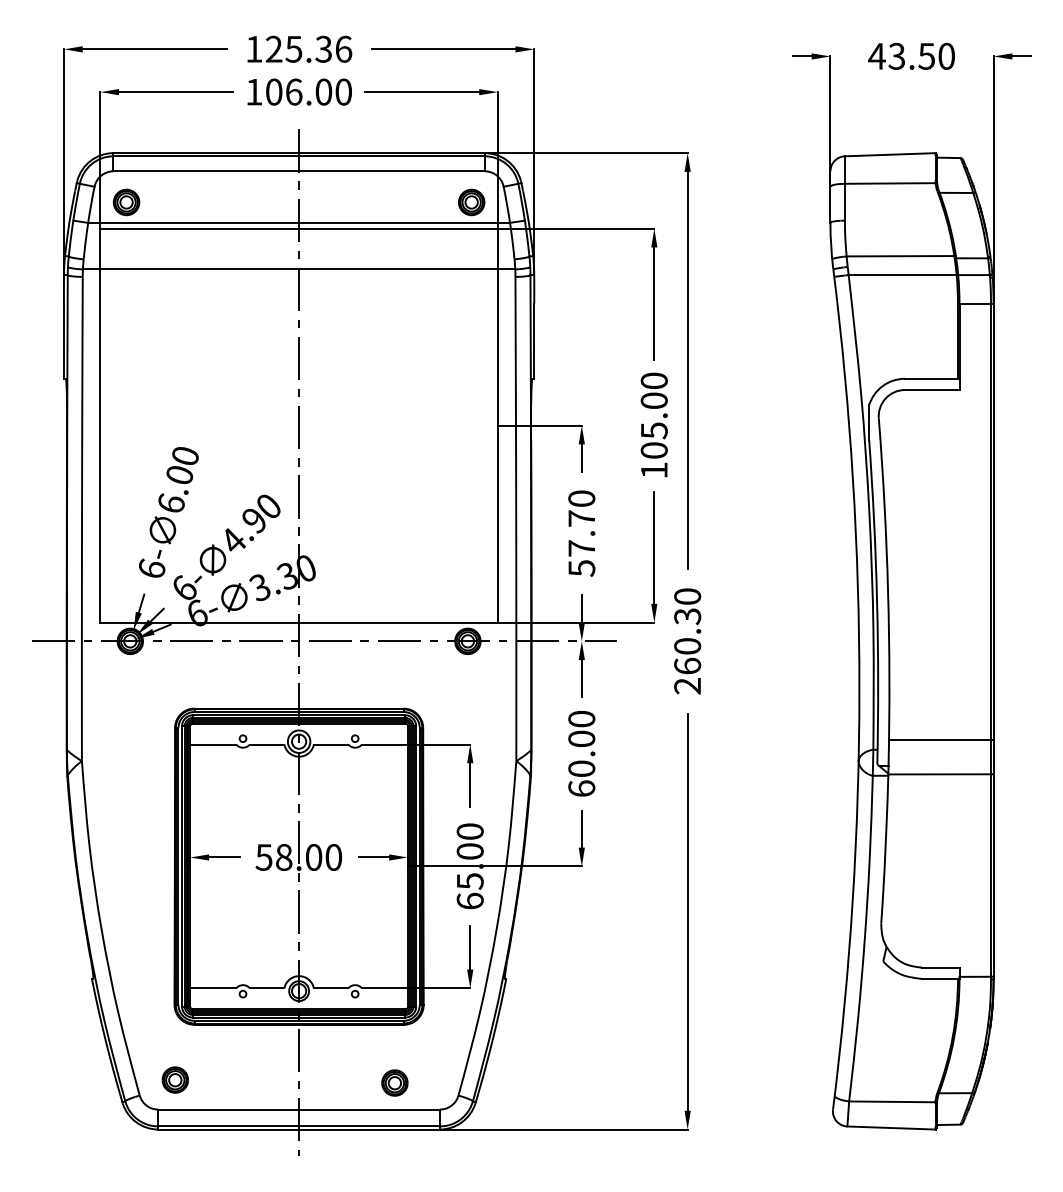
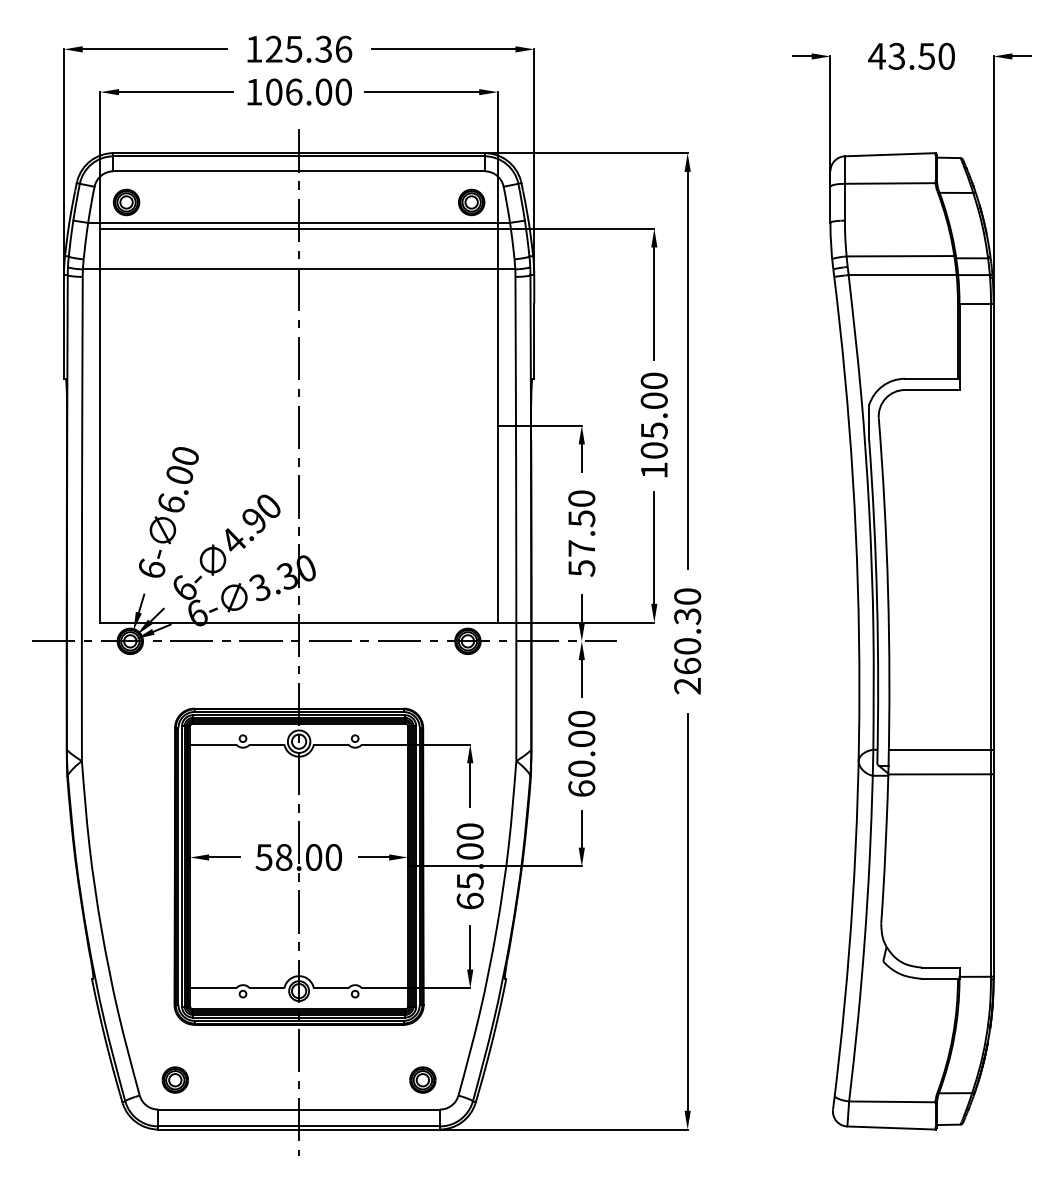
text at (581, 518): 57.70 -> 57.50
line at (940, 739) position: (940, 739) -> (940, 749)
part at (394, 1082) position: (394, 1082) -> (422, 1079)
